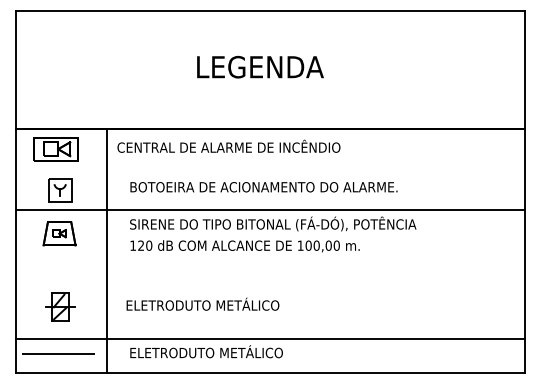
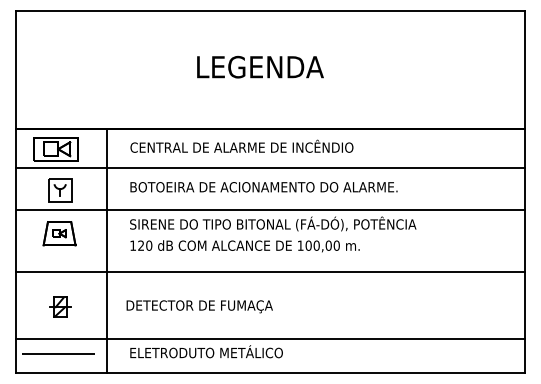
text at (228, 145) position: (228, 145) -> (241, 145)
line at (270, 168): none -> present
line at (270, 272): none -> present
text at (203, 305): ELETRODUTO METÁLICO -> DETECTOR DE FUMAÇA
part at (60, 306) size: 31x30 px -> 23x22 px
